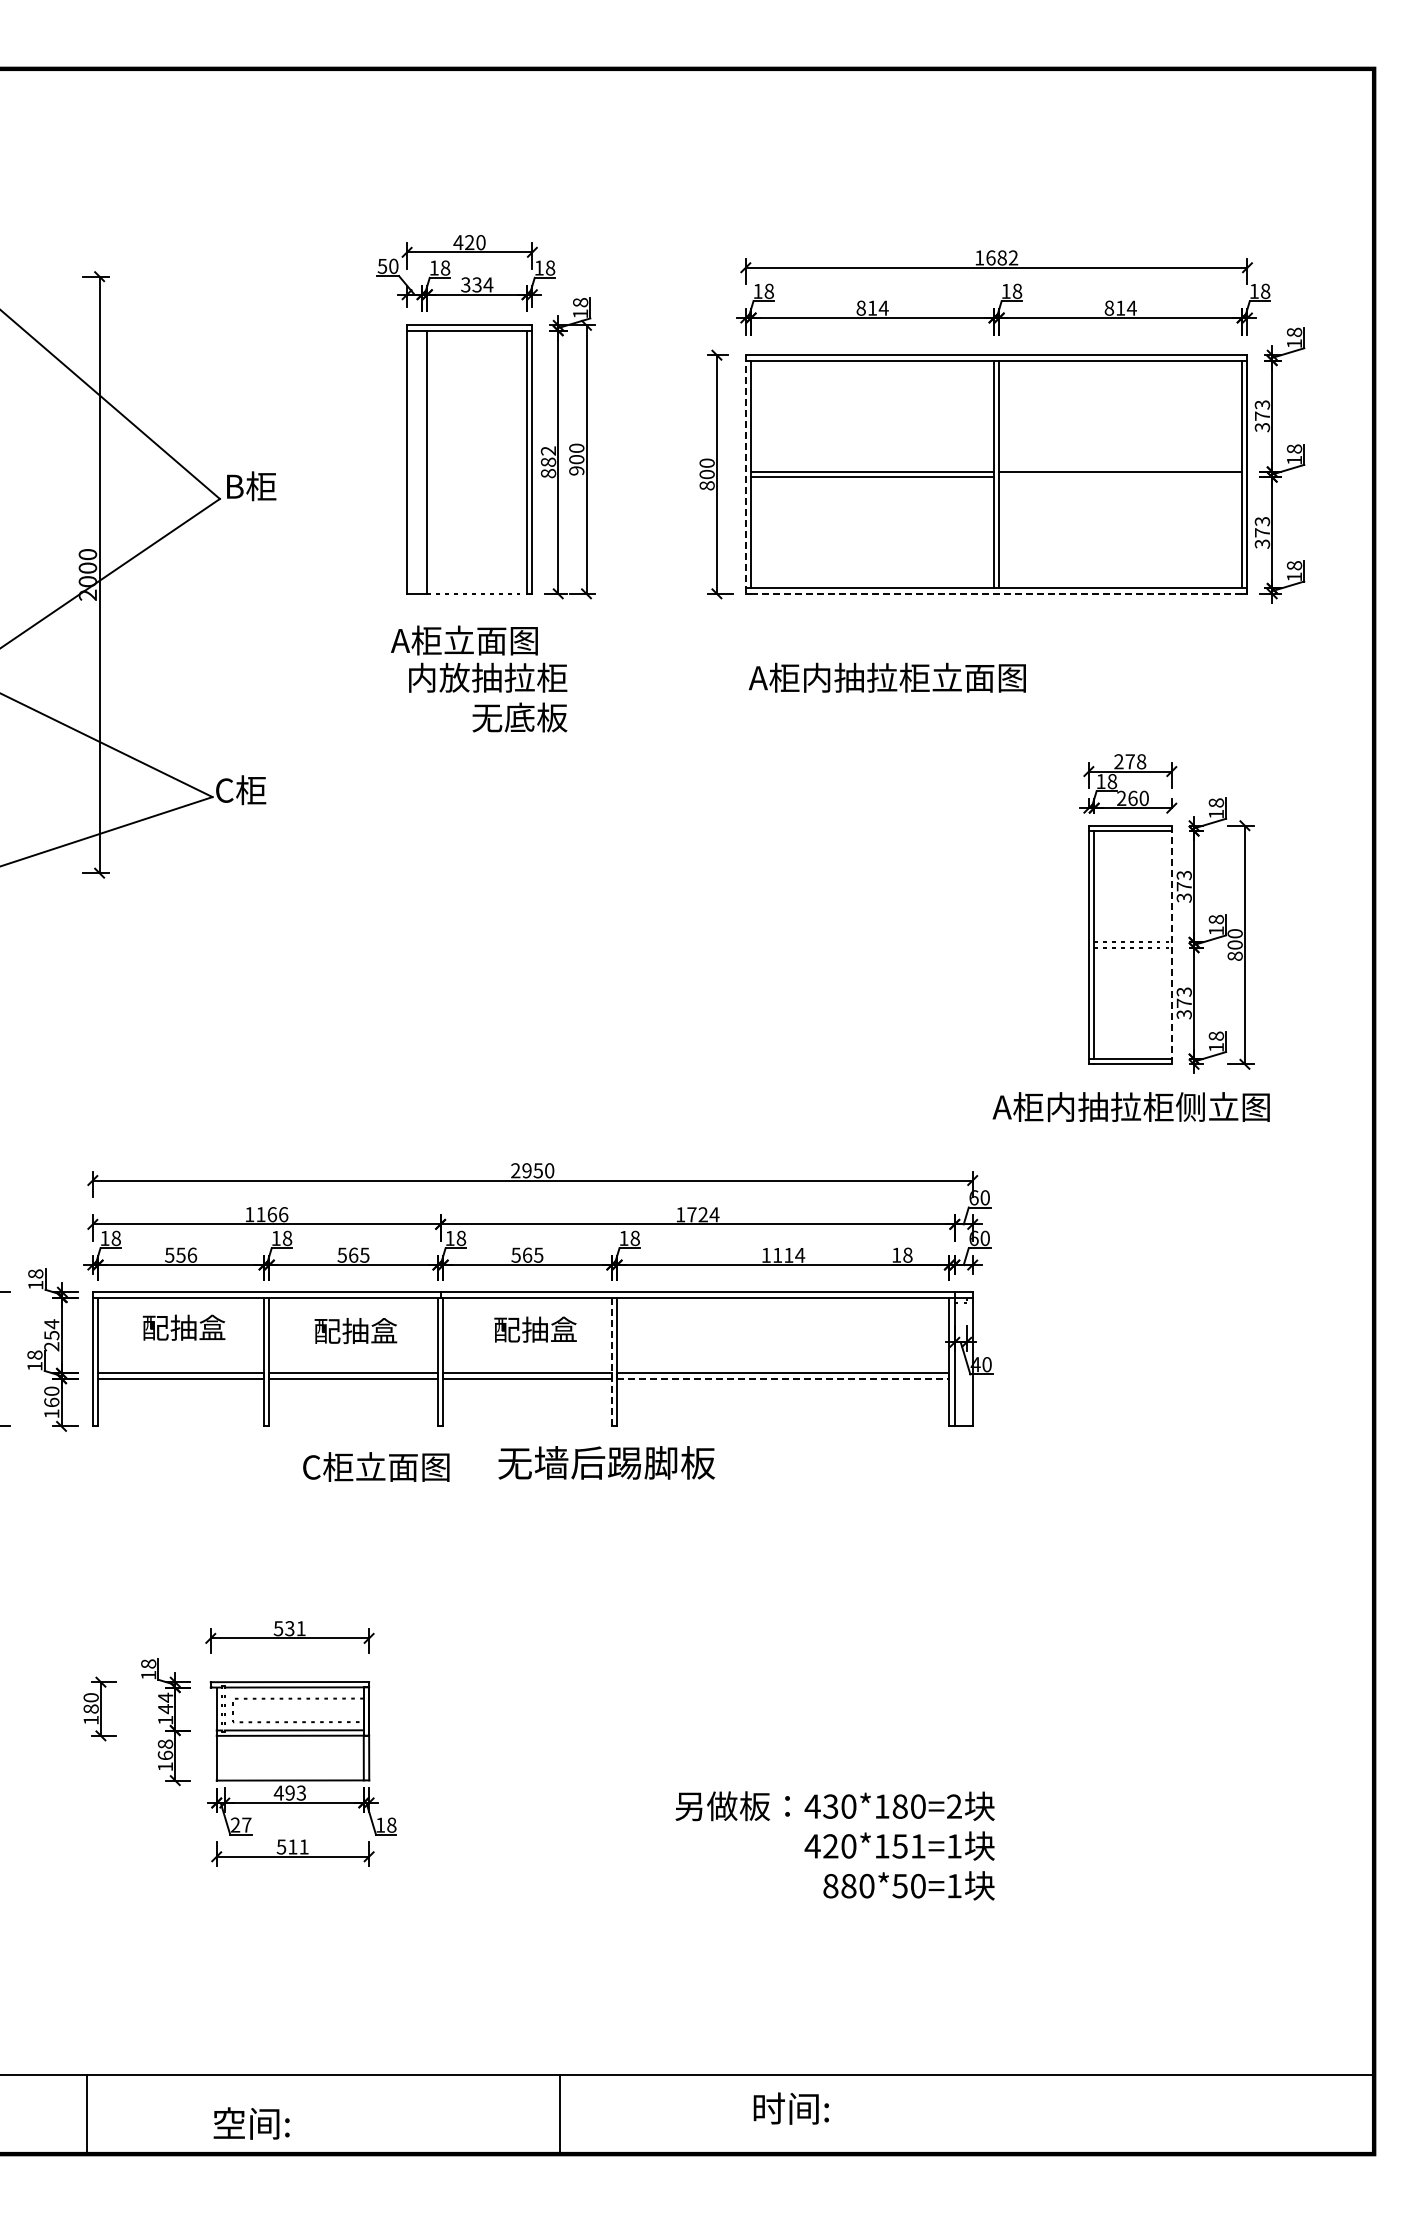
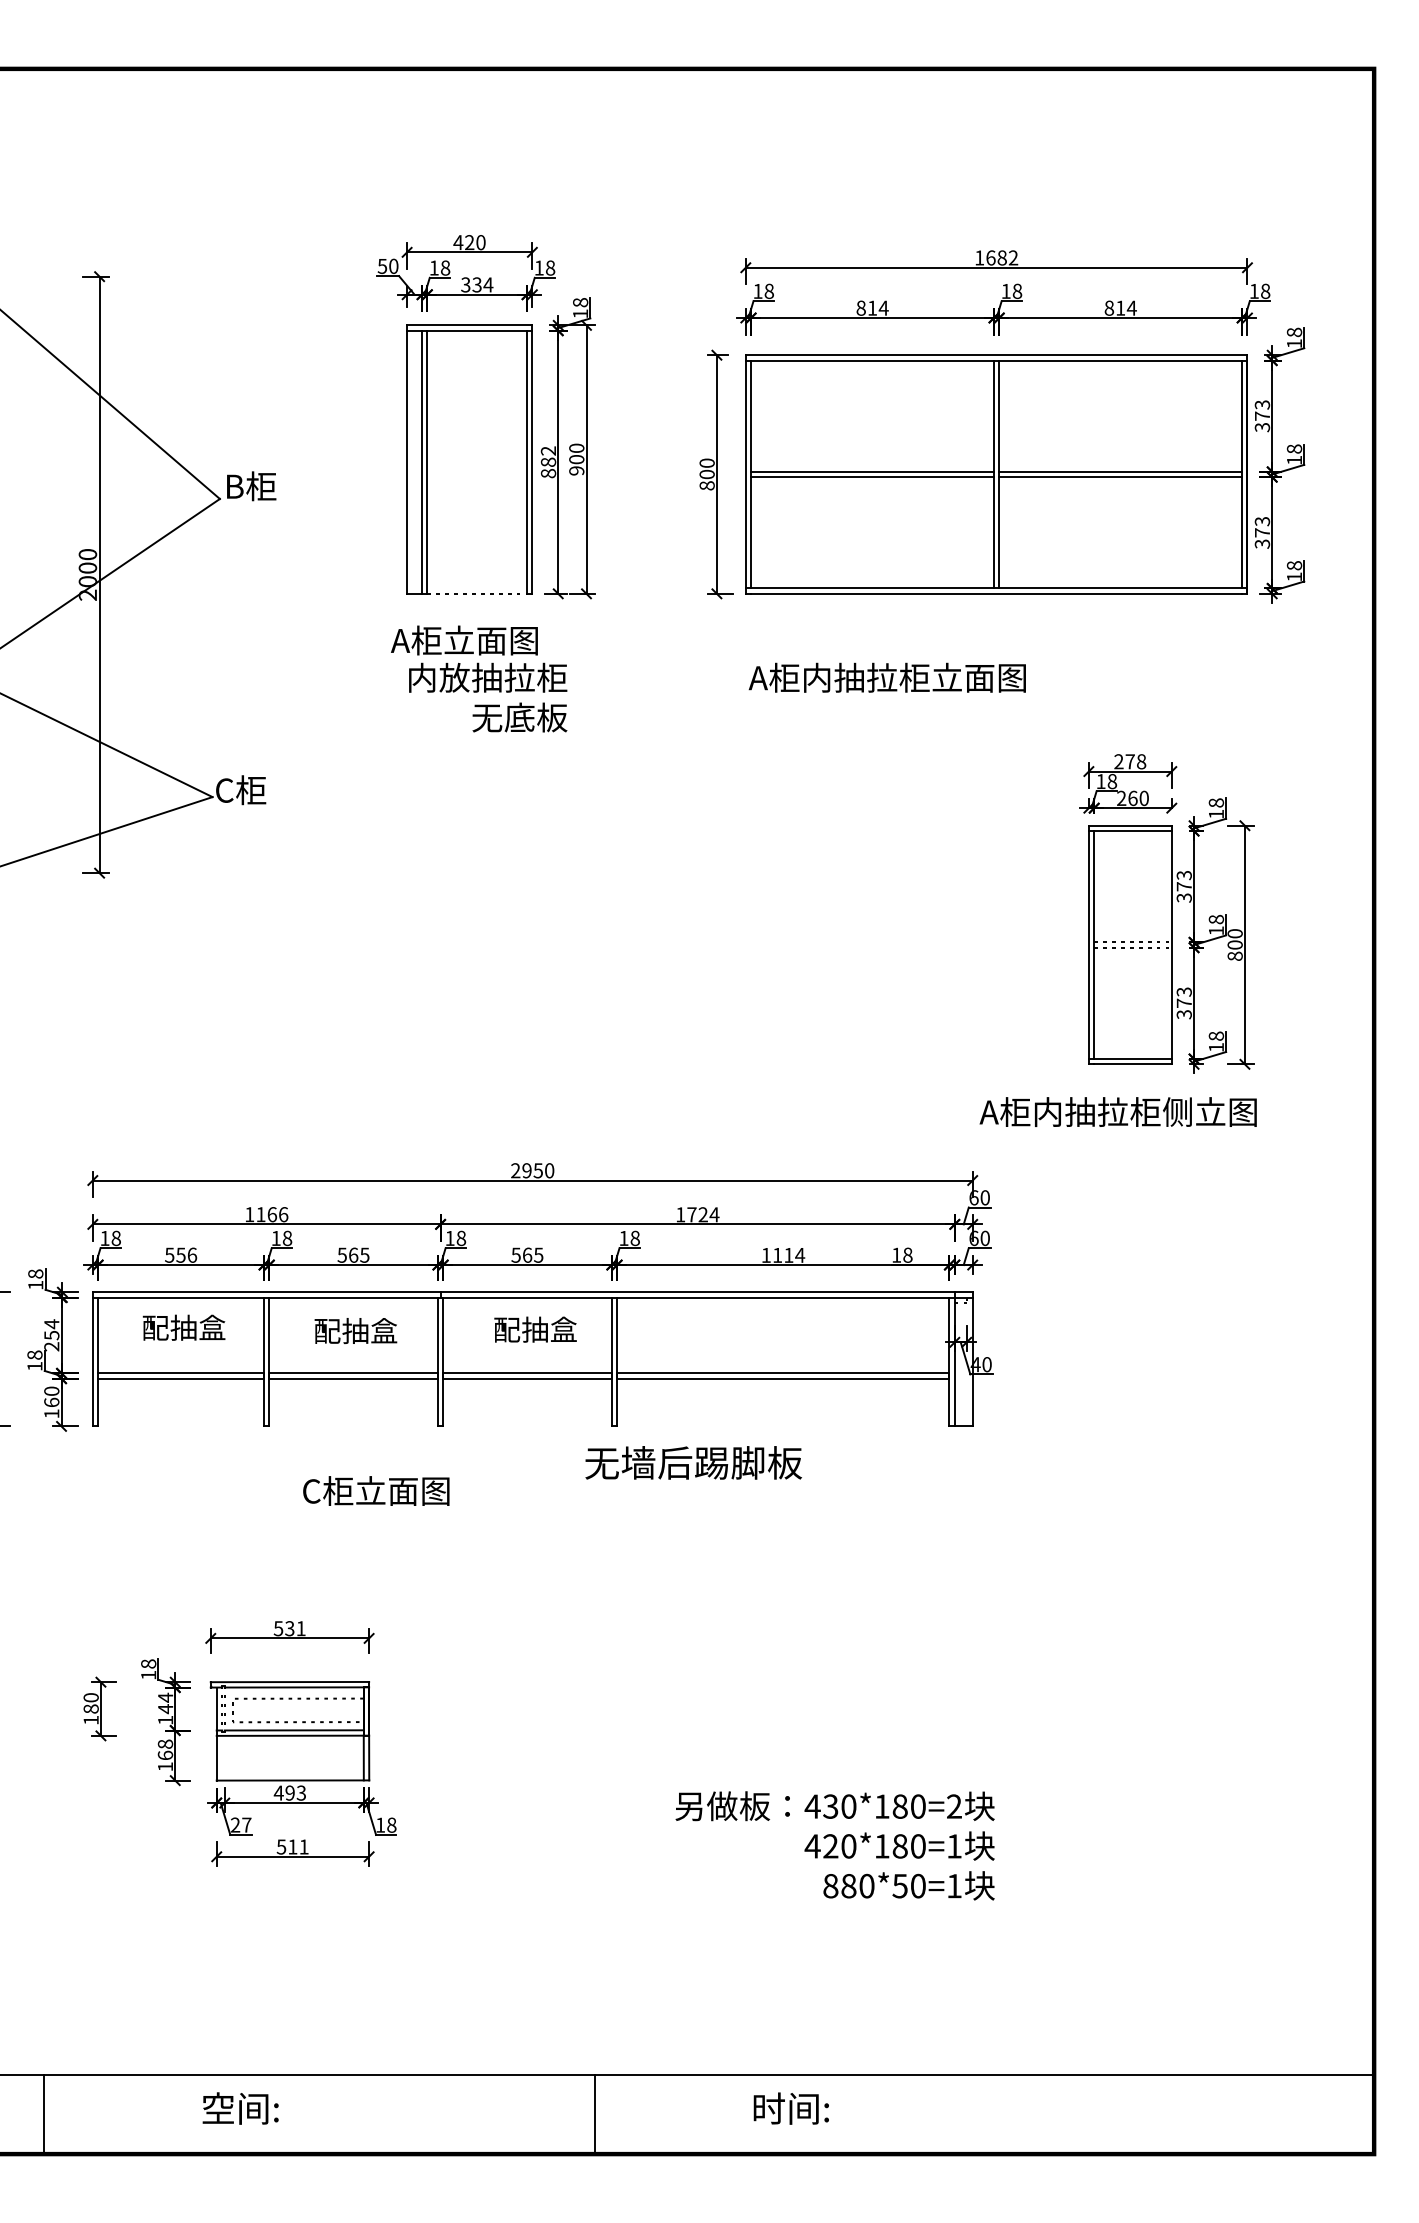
line at (422, 461): none -> present
line at (745, 475): dashed -> solid
line at (1120, 477): none -> present
line at (997, 593): dashed -> solid
line at (1171, 945): dashed -> solid
text at (1130, 1106) position: (1130, 1106) -> (1117, 1111)
line at (611, 1362): dashed -> solid
line at (783, 1378): dashed -> solid
text at (606, 1462) position: (606, 1462) -> (693, 1462)
text at (376, 1466) position: (376, 1466) -> (376, 1490)
text at (908, 1846): 420*151=1 -> 420*180=1
line at (87, 2114) position: (87, 2114) -> (44, 2114)
line at (559, 2114) position: (559, 2114) -> (594, 2114)
text at (251, 2123) position: (251, 2123) -> (240, 2108)
